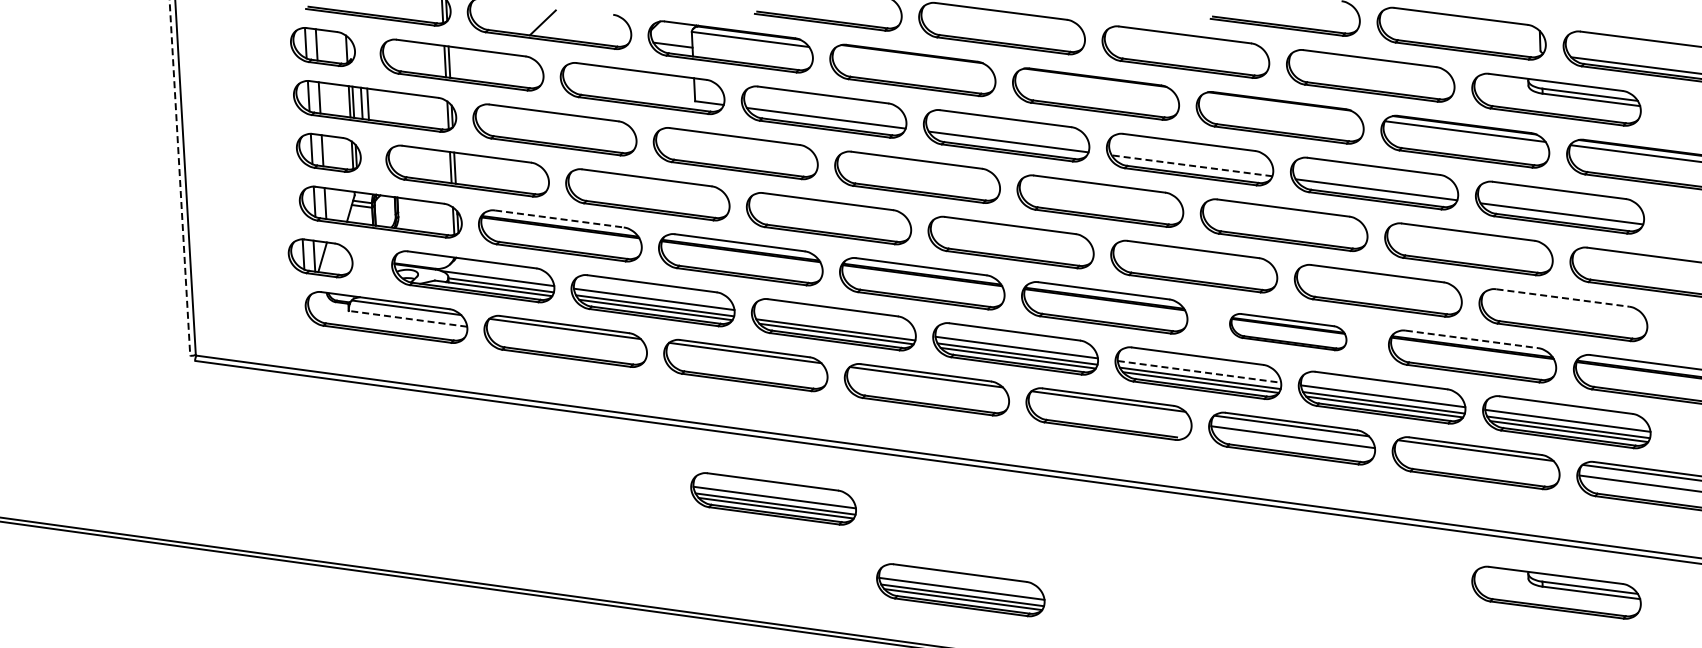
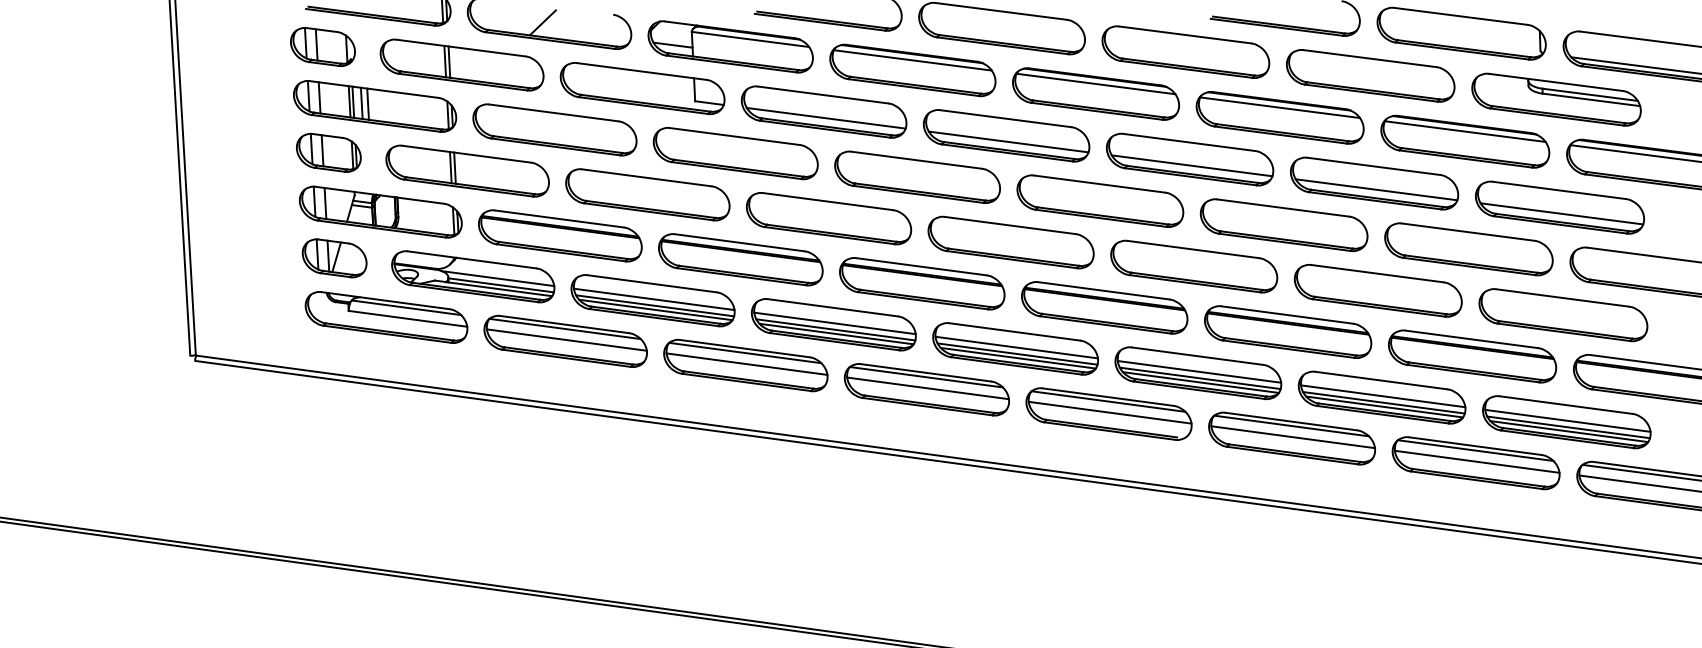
line at (912, 60): none -> present
line at (1095, 83): none -> present
line at (1279, 107): none -> present
line at (1192, 165): dashed -> solid
line at (179, 178): dashed -> solid
line at (559, 218): dashed -> solid
part at (320, 258) position: (320, 258) -> (334, 258)
line at (1562, 297): dashed -> solid
line at (408, 318): dashed -> solid
line at (834, 323): none -> present
part at (1288, 332) size: 119x39 px -> 169x54 px
line at (566, 339): none -> present
line at (1471, 339): dashed -> solid
line at (746, 363): none -> present
line at (1199, 371): dashed -> solid
line at (927, 388): none -> present
line at (1109, 412): none -> present
line at (1476, 461): none -> present
part at (773, 498): present -> none
part at (960, 590): present -> none
part at (1556, 592): present -> none
